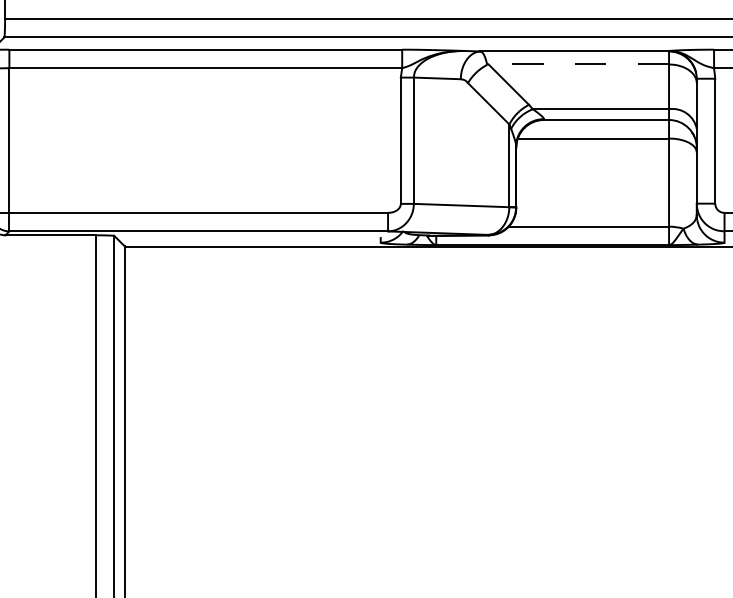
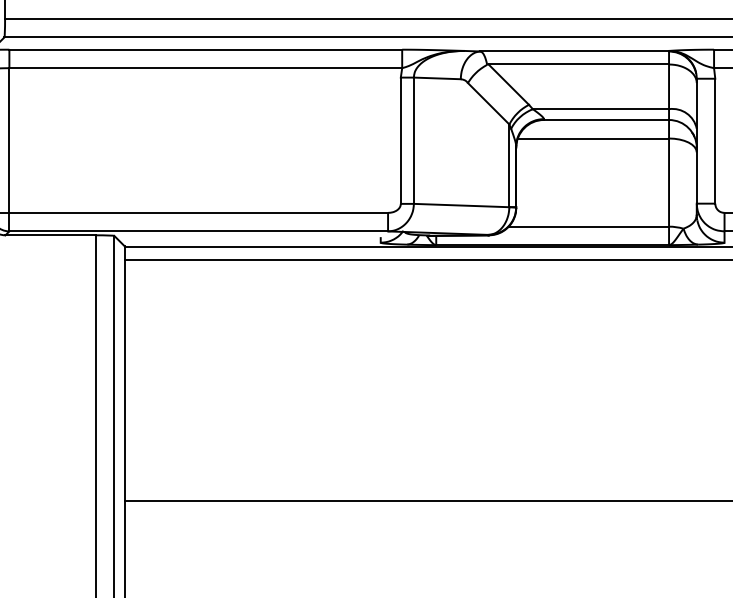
line at (578, 64): dashed -> solid
line at (426, 259): none -> present
line at (426, 500): none -> present
